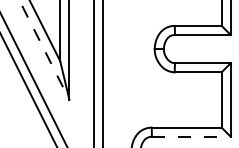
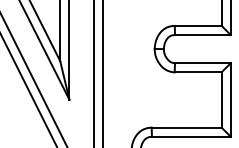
line at (44, 50): dashed -> solid
line at (191, 136): dashed -> solid
